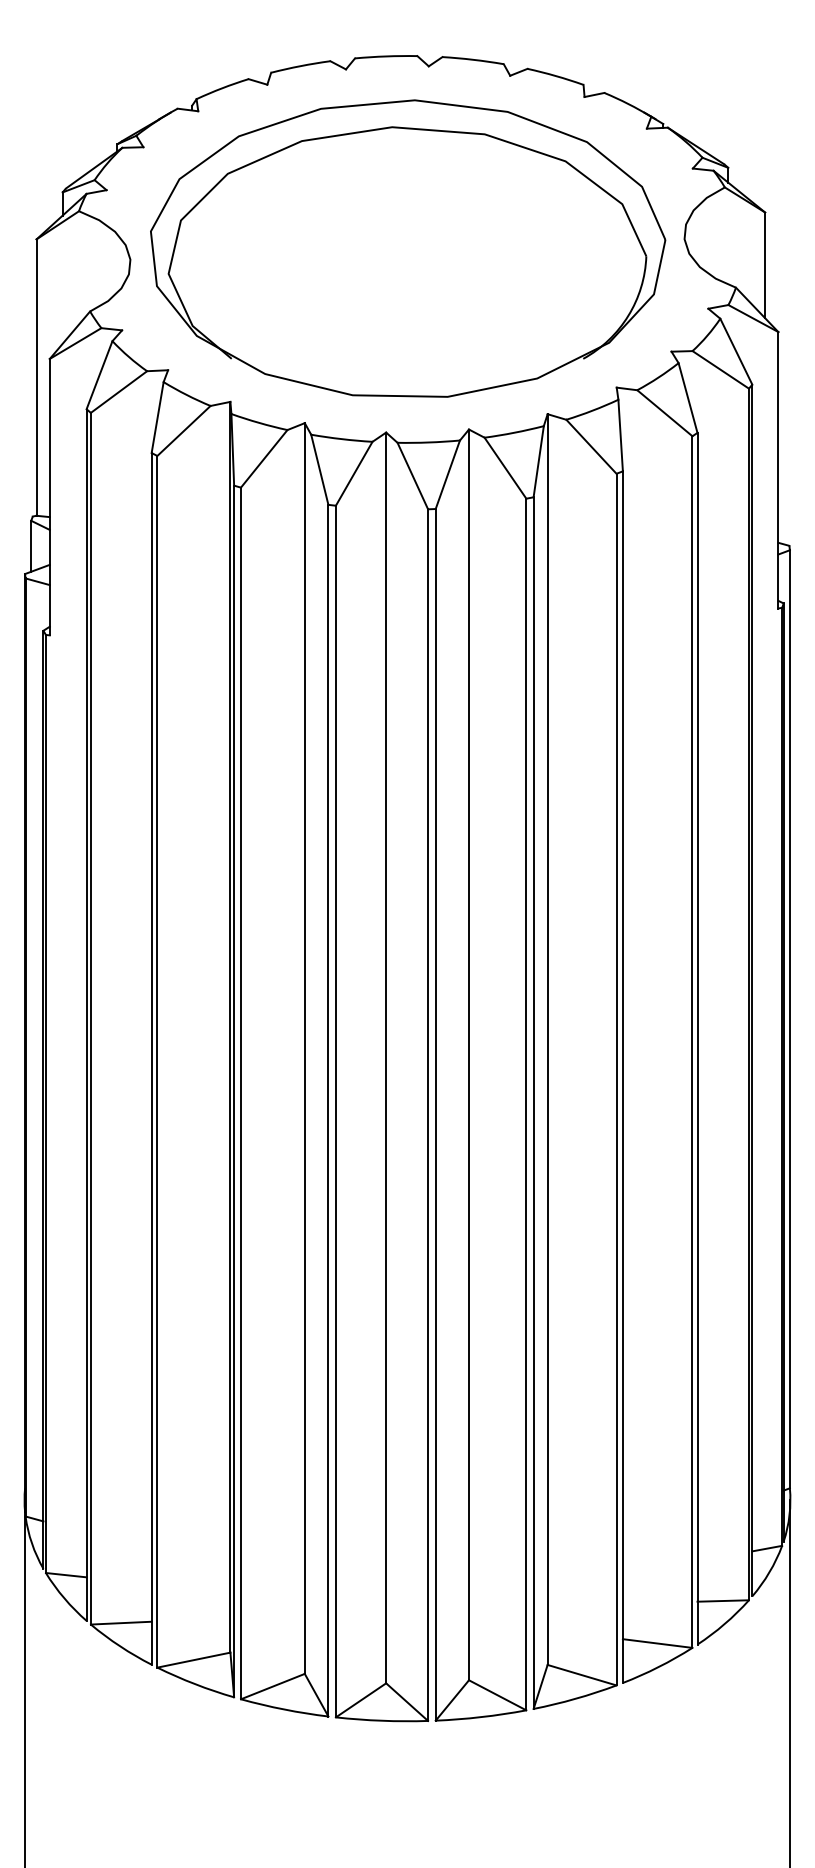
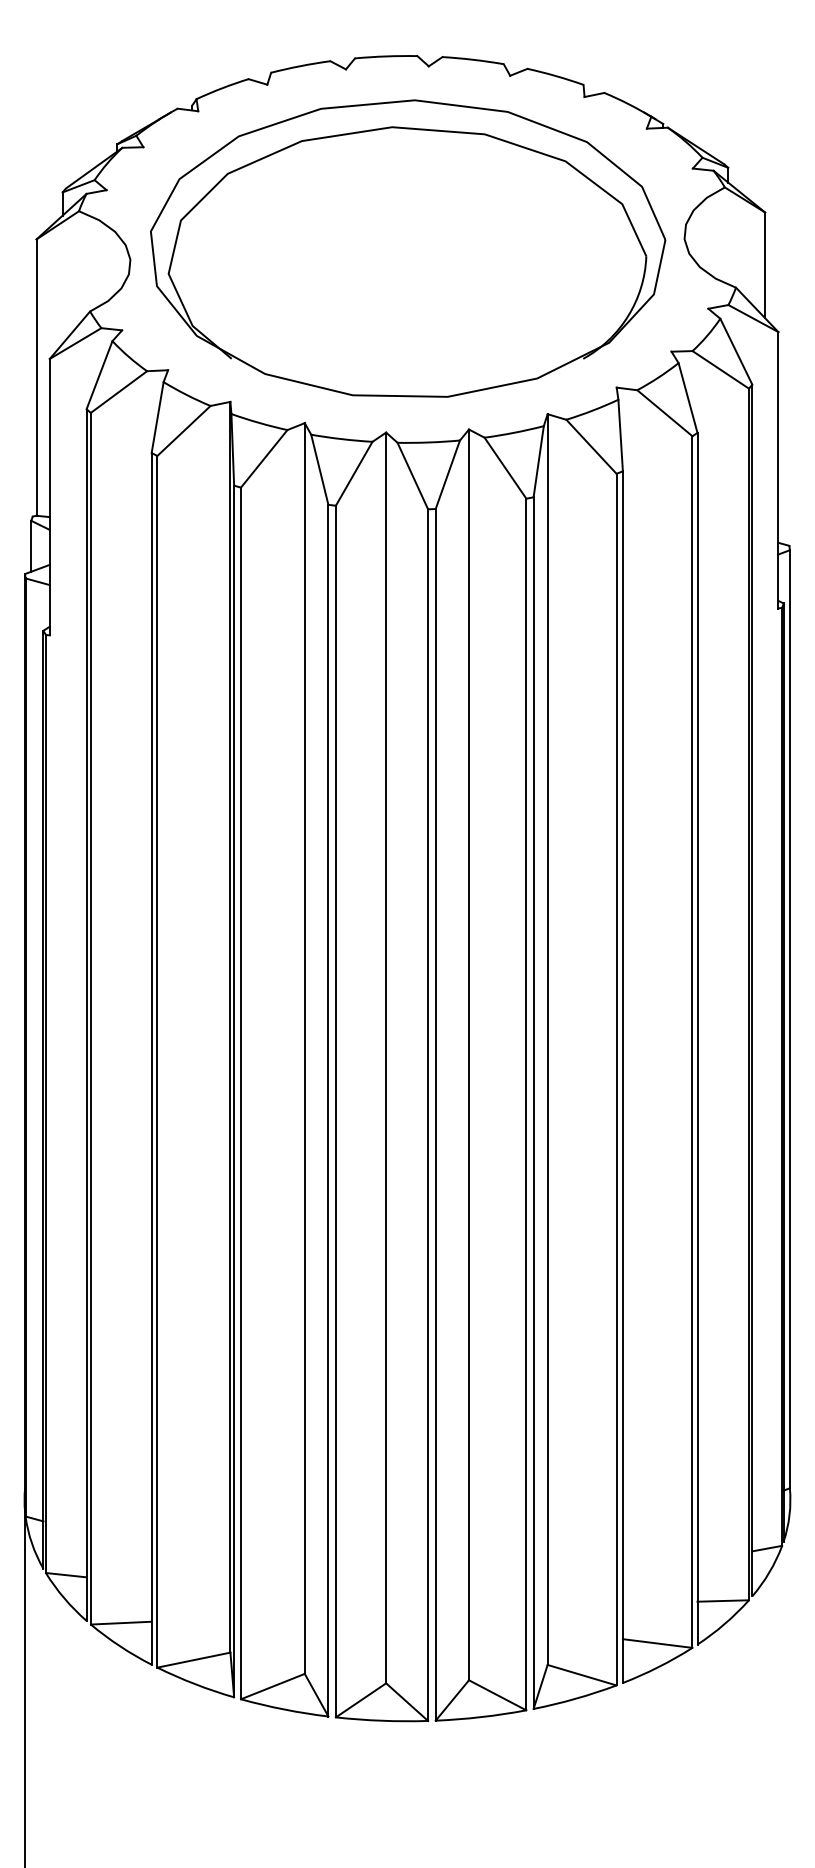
line at (790, 1682): present -> none
